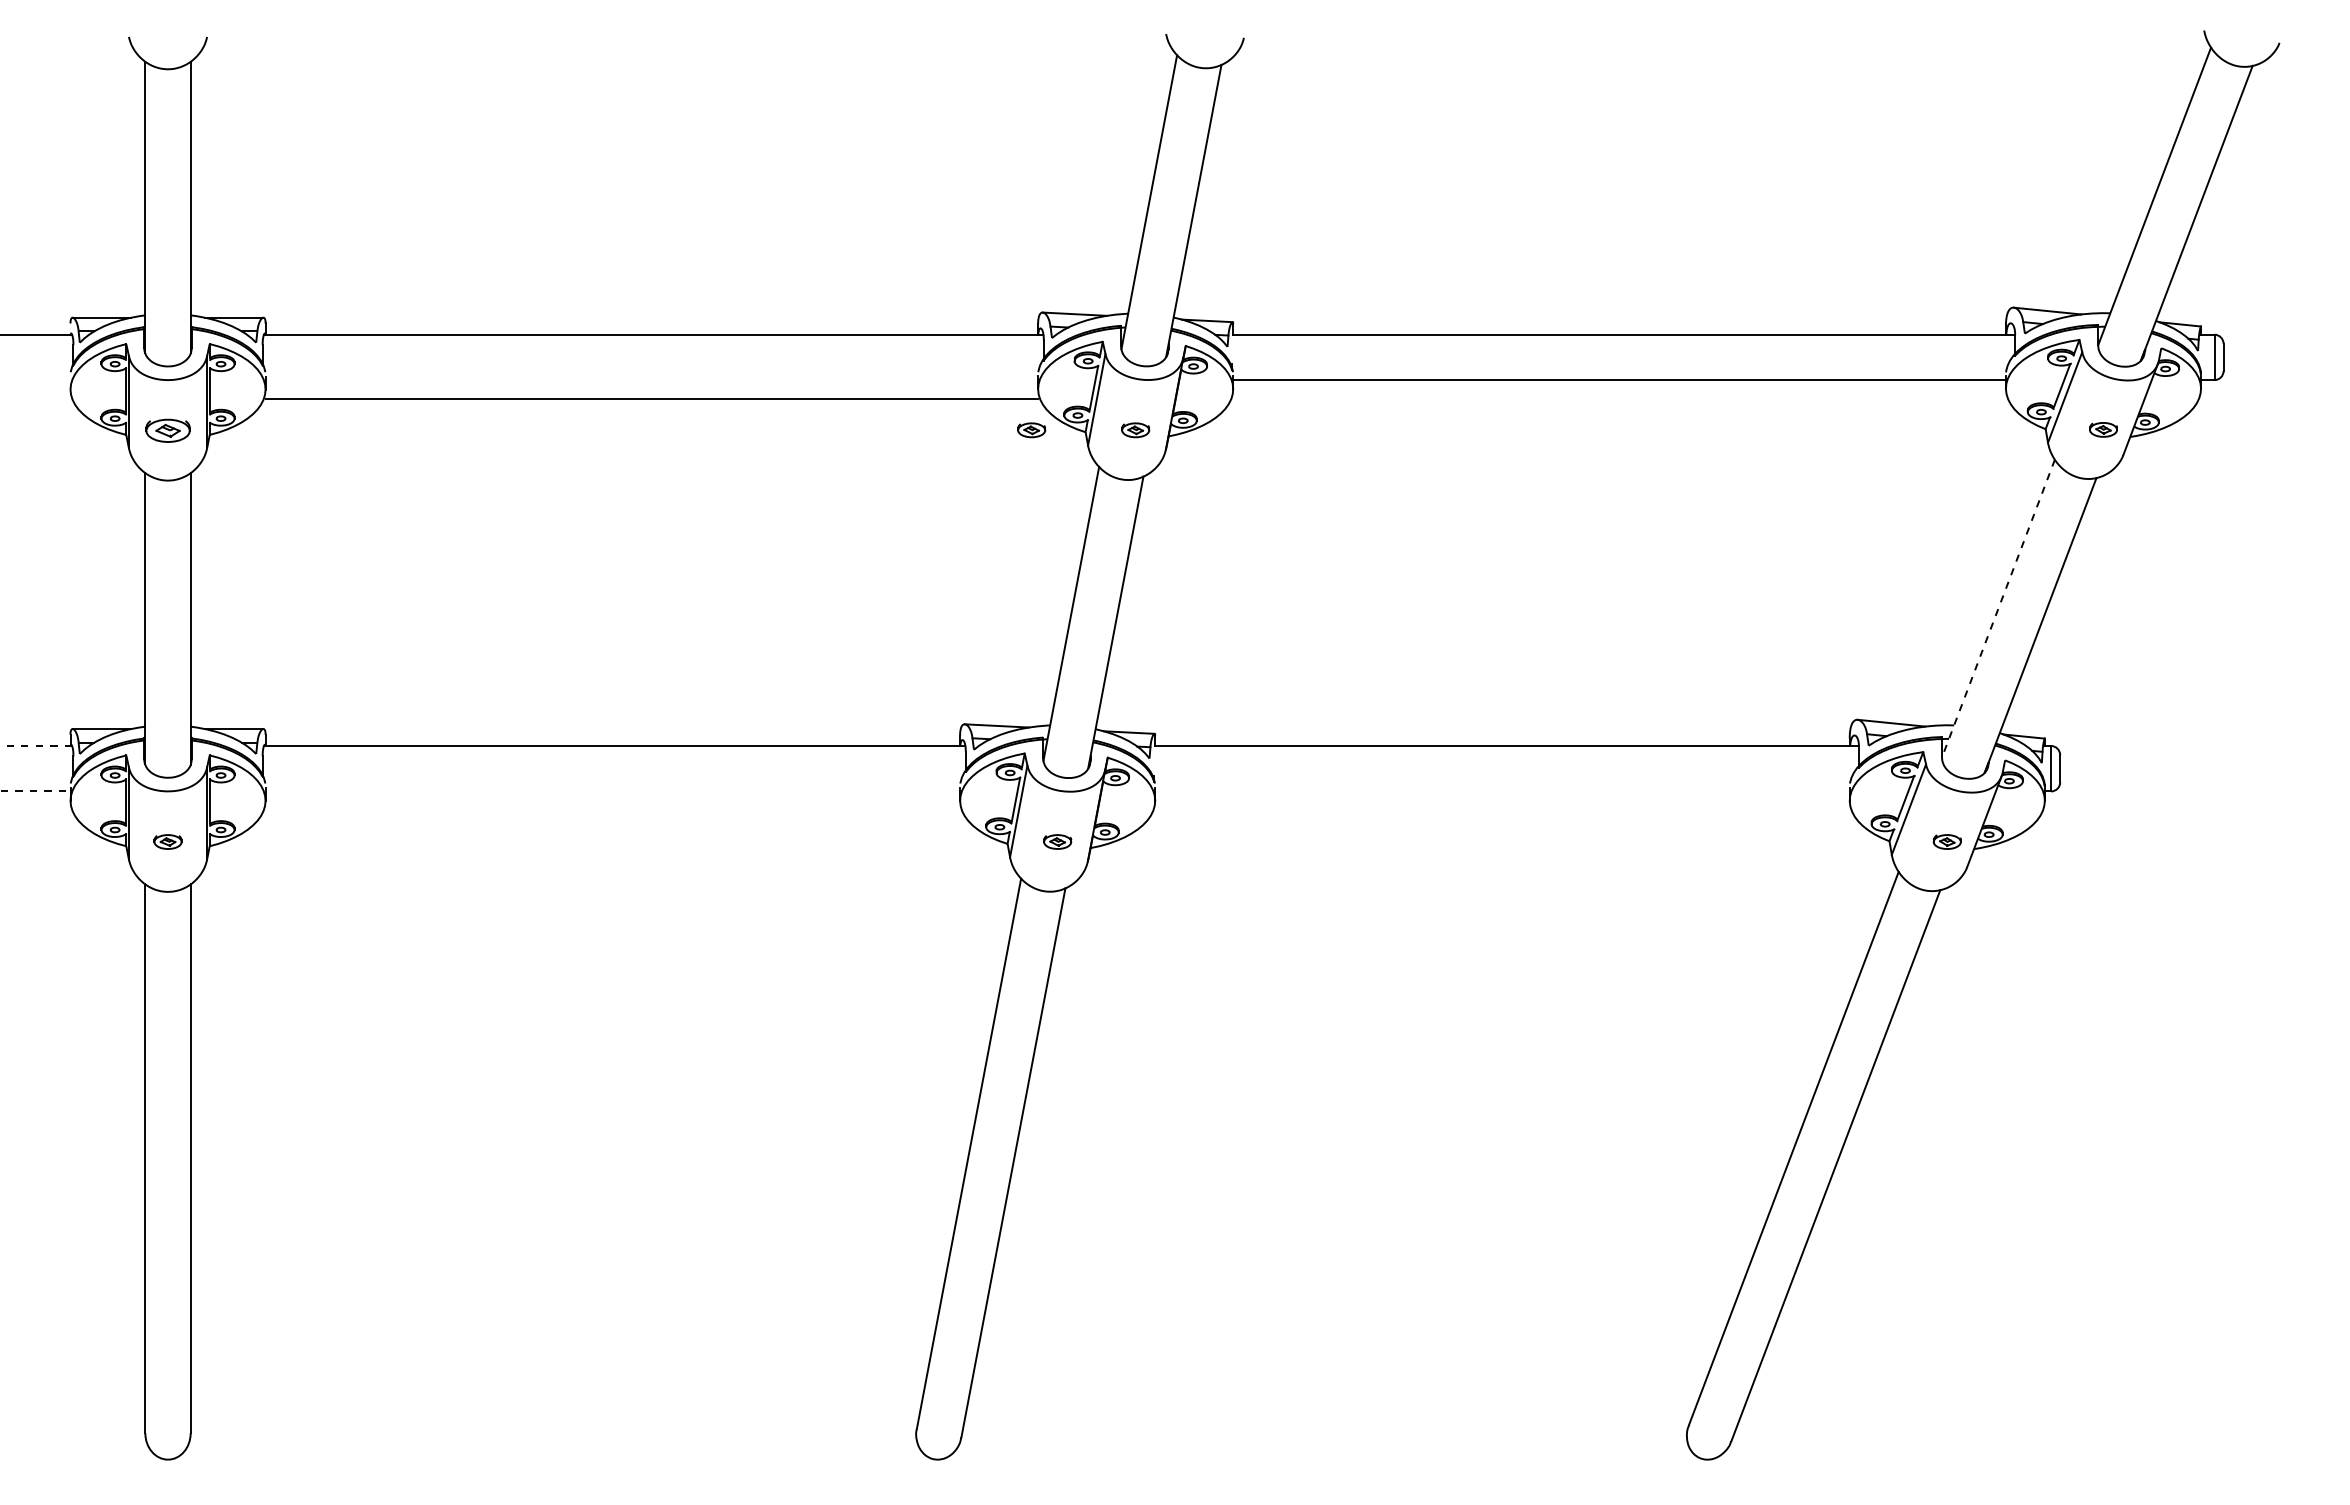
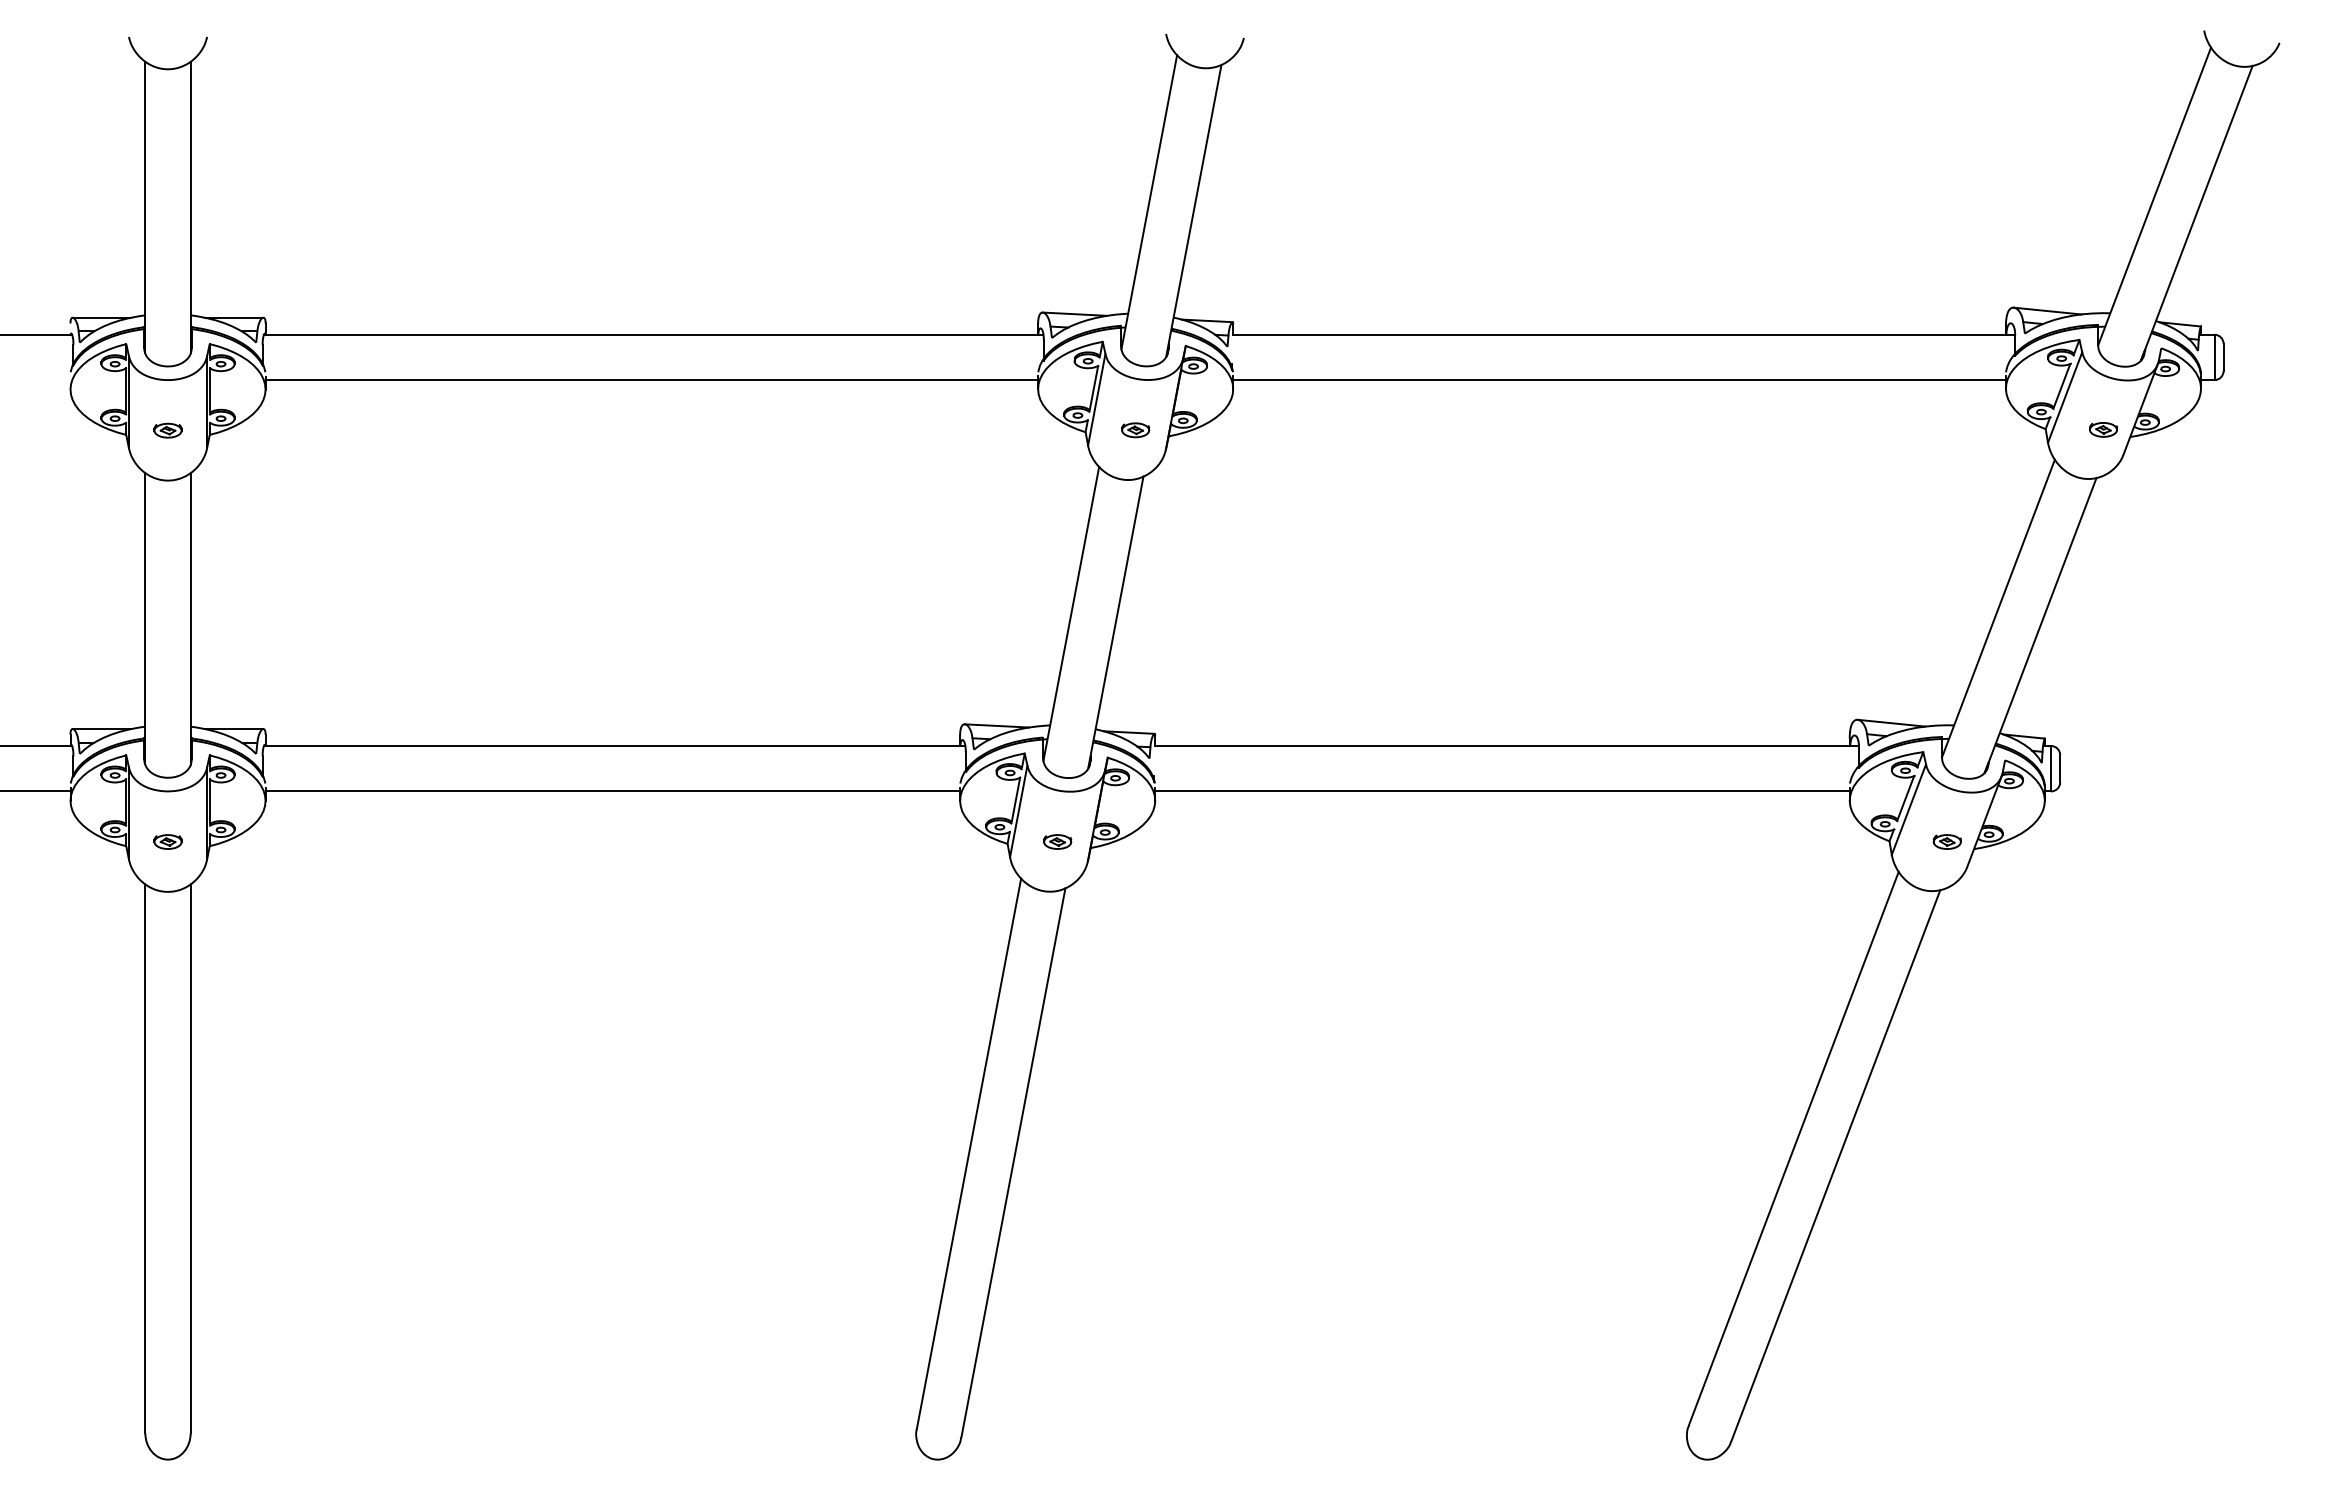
line at (651, 399) position: (651, 399) -> (651, 380)
part at (167, 430) size: 46x25 px -> 30x17 px
part at (1031, 430): present -> none
line at (1998, 609): dashed -> solid
line at (36, 746): dashed -> solid
line at (35, 791): dashed -> solid
line at (612, 791): none -> present
line at (1502, 791): none -> present
